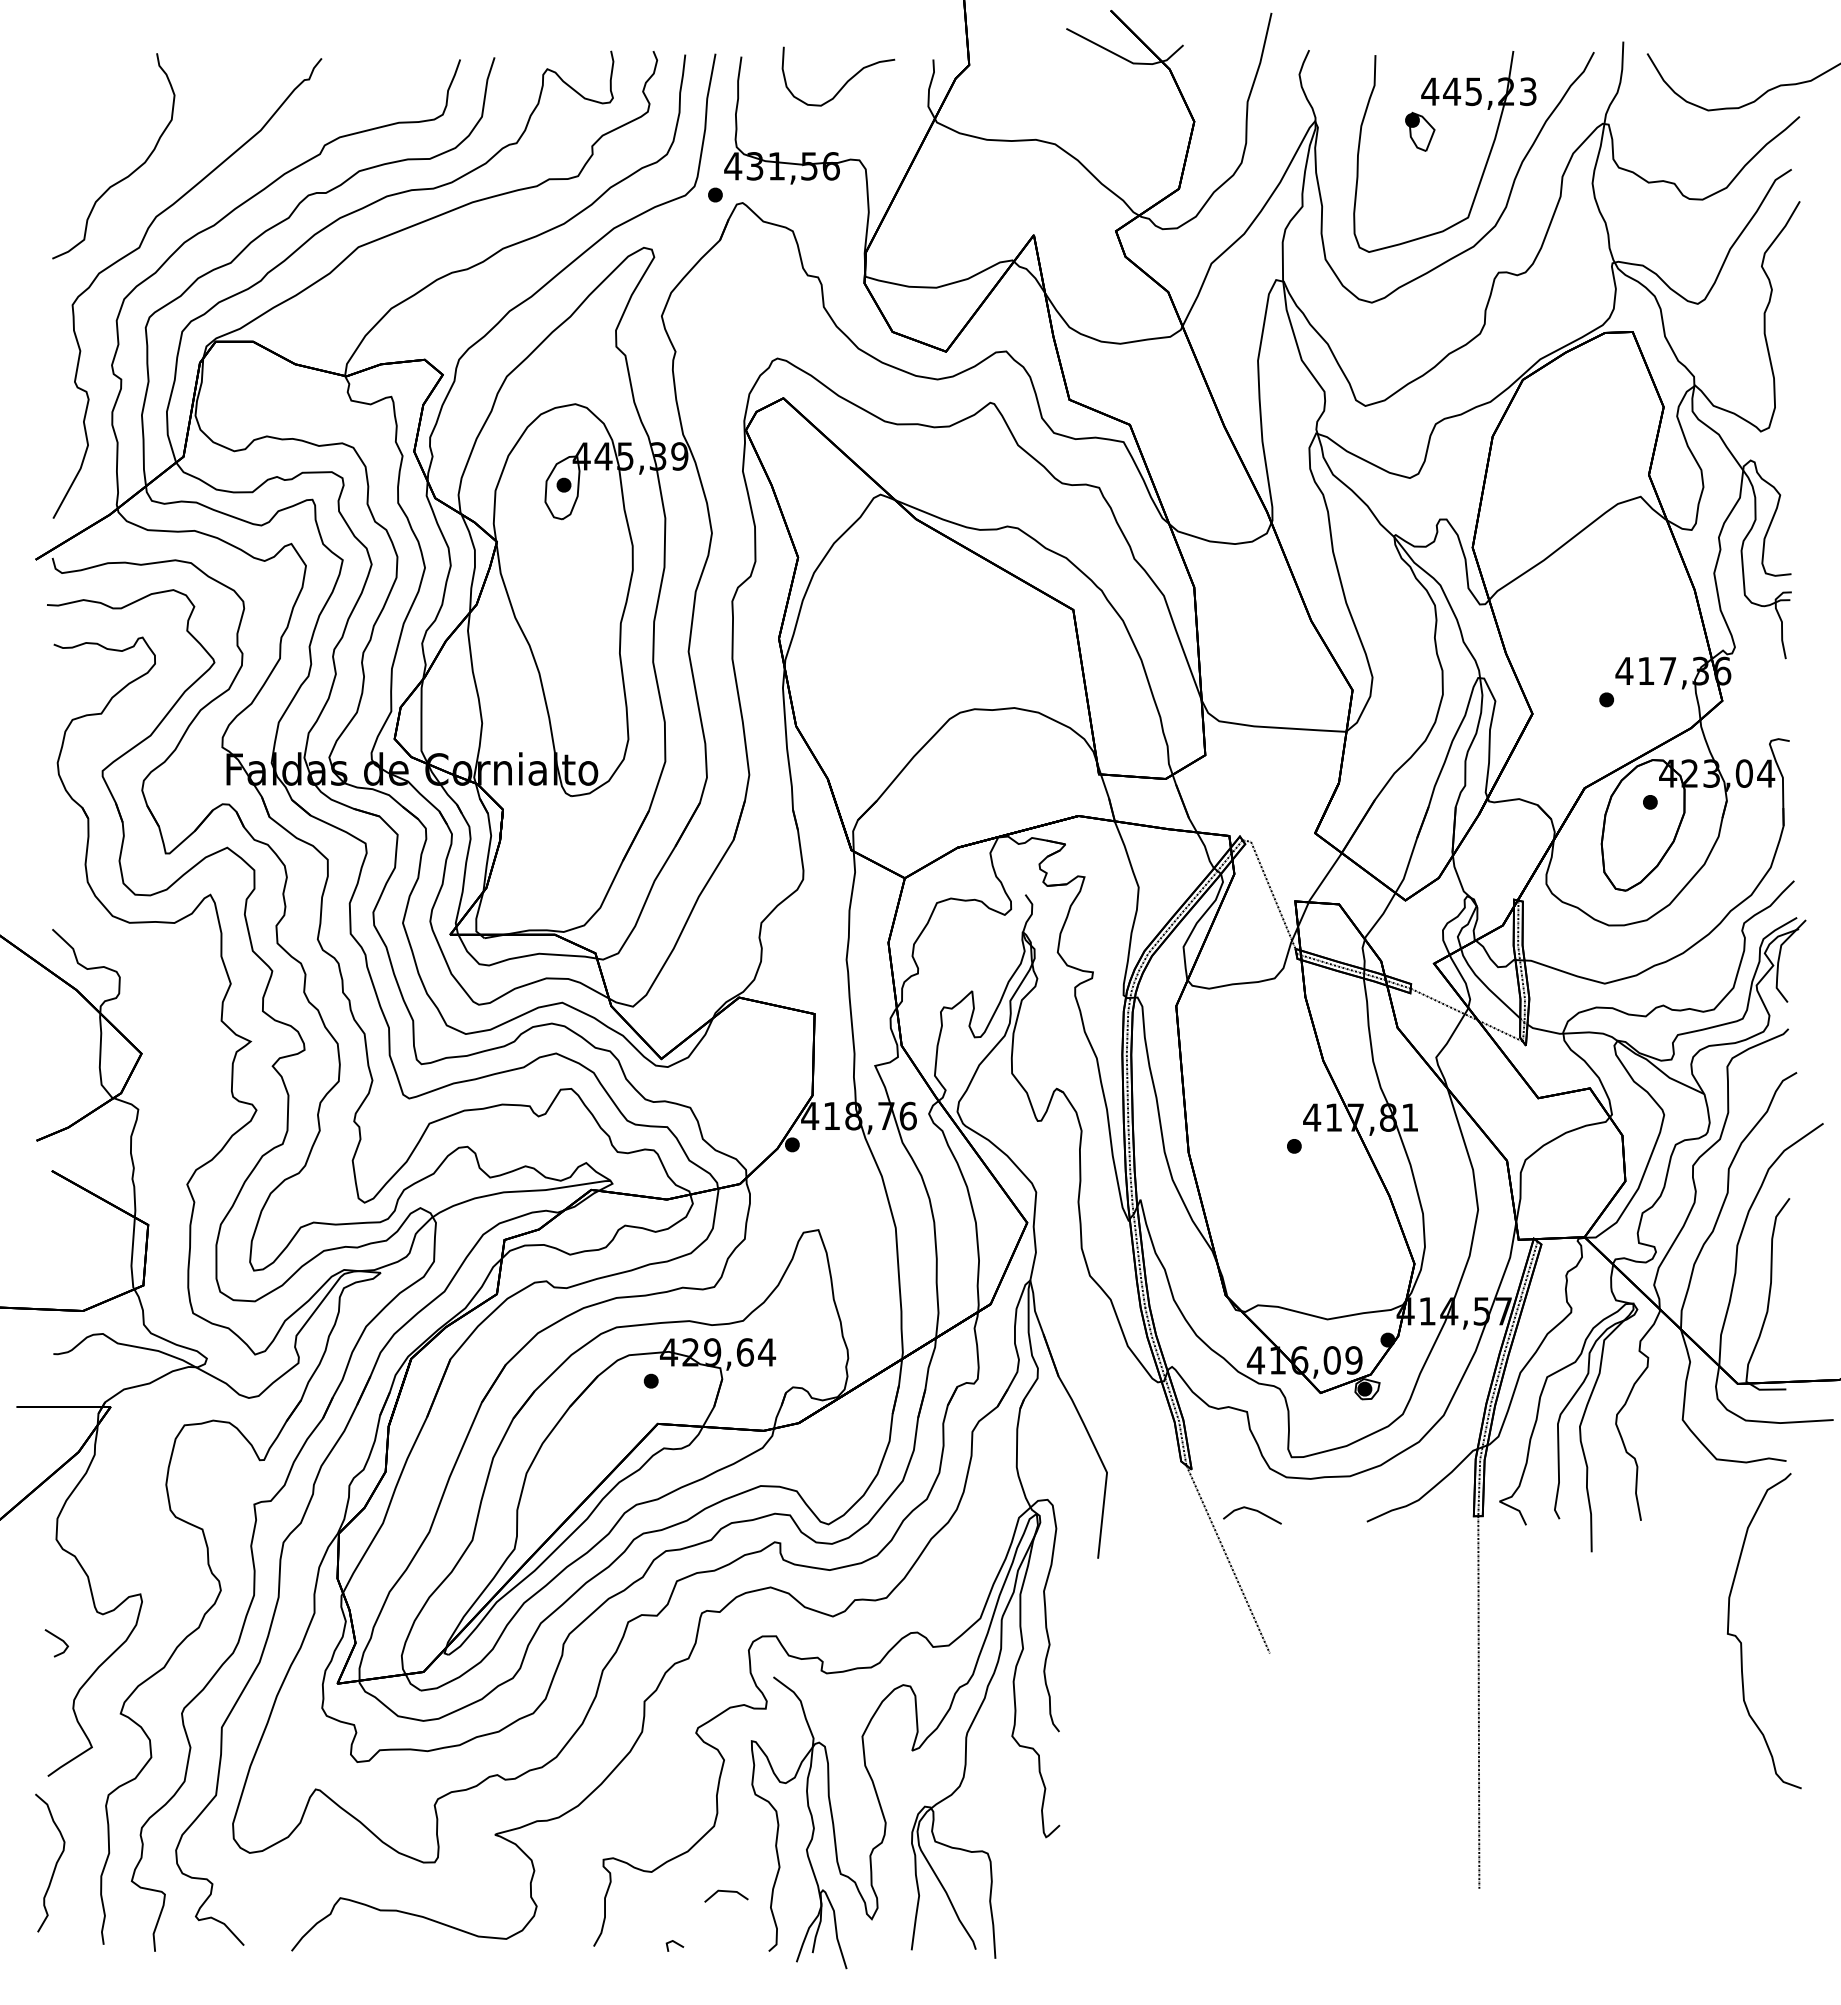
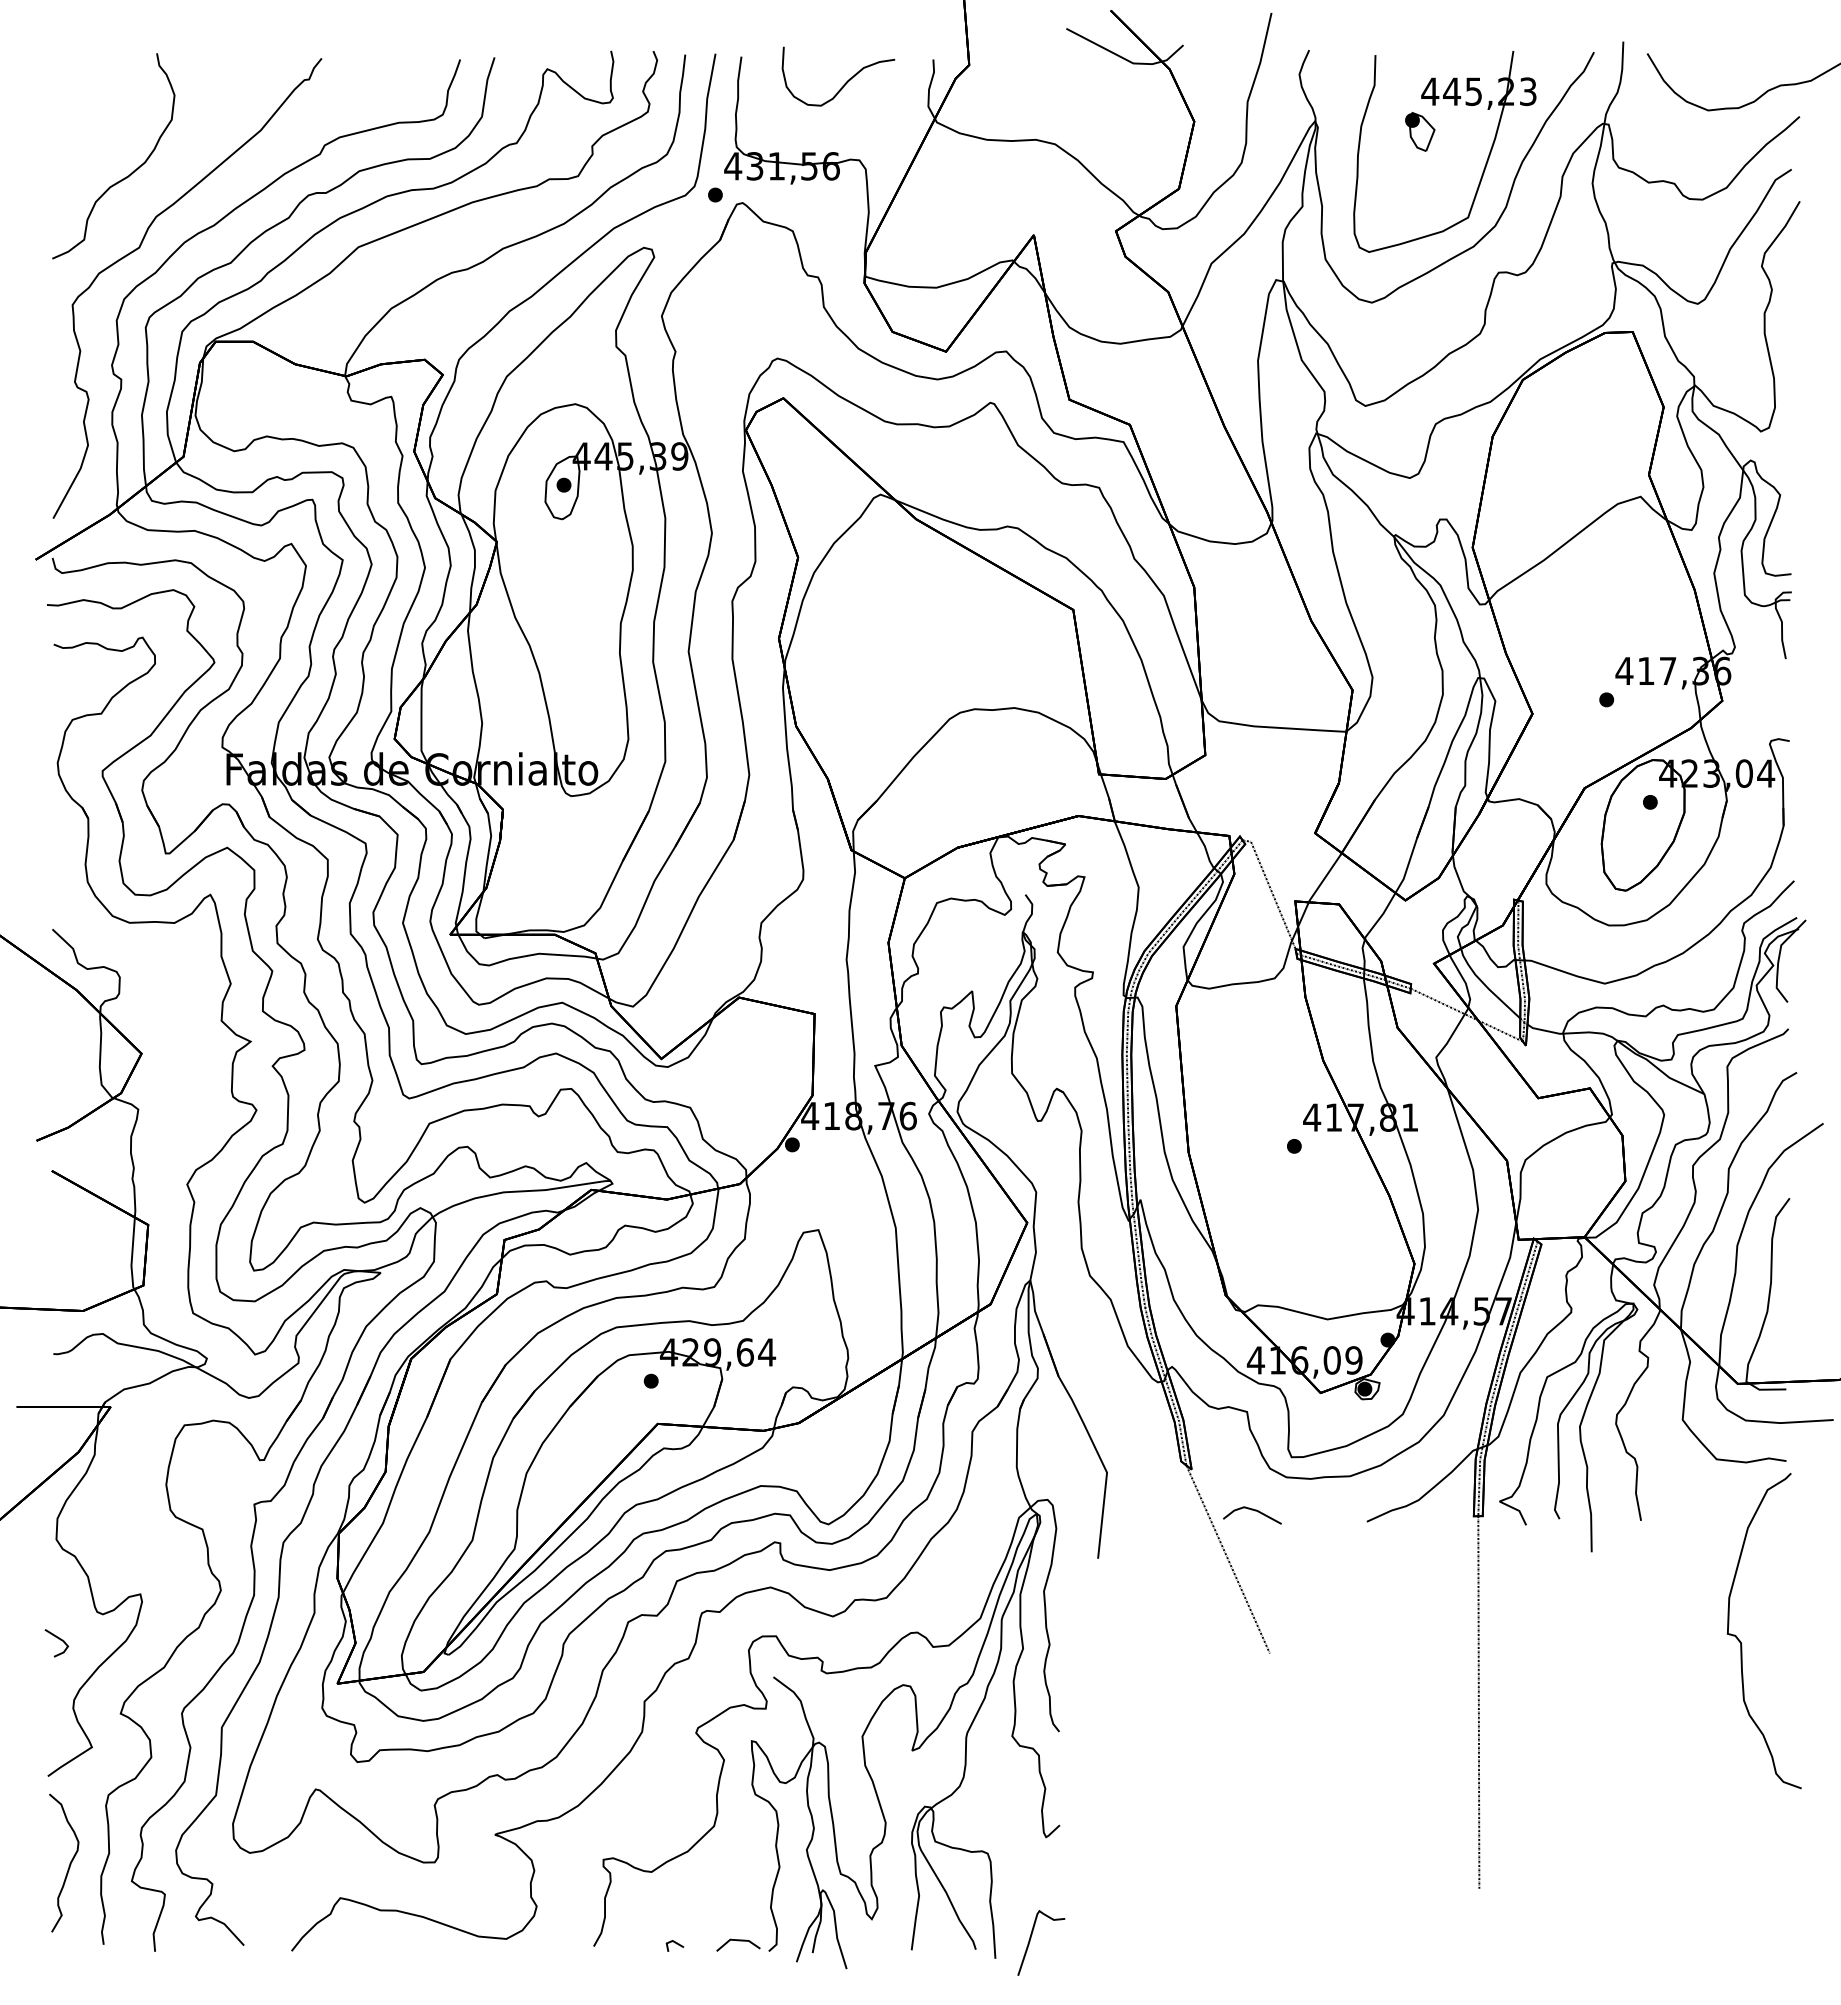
curve at (55, 1863) position: (55, 1863) -> (69, 1863)
line at (726, 1892) position: (726, 1892) -> (738, 1941)
curve at (1031, 1938): none -> present
